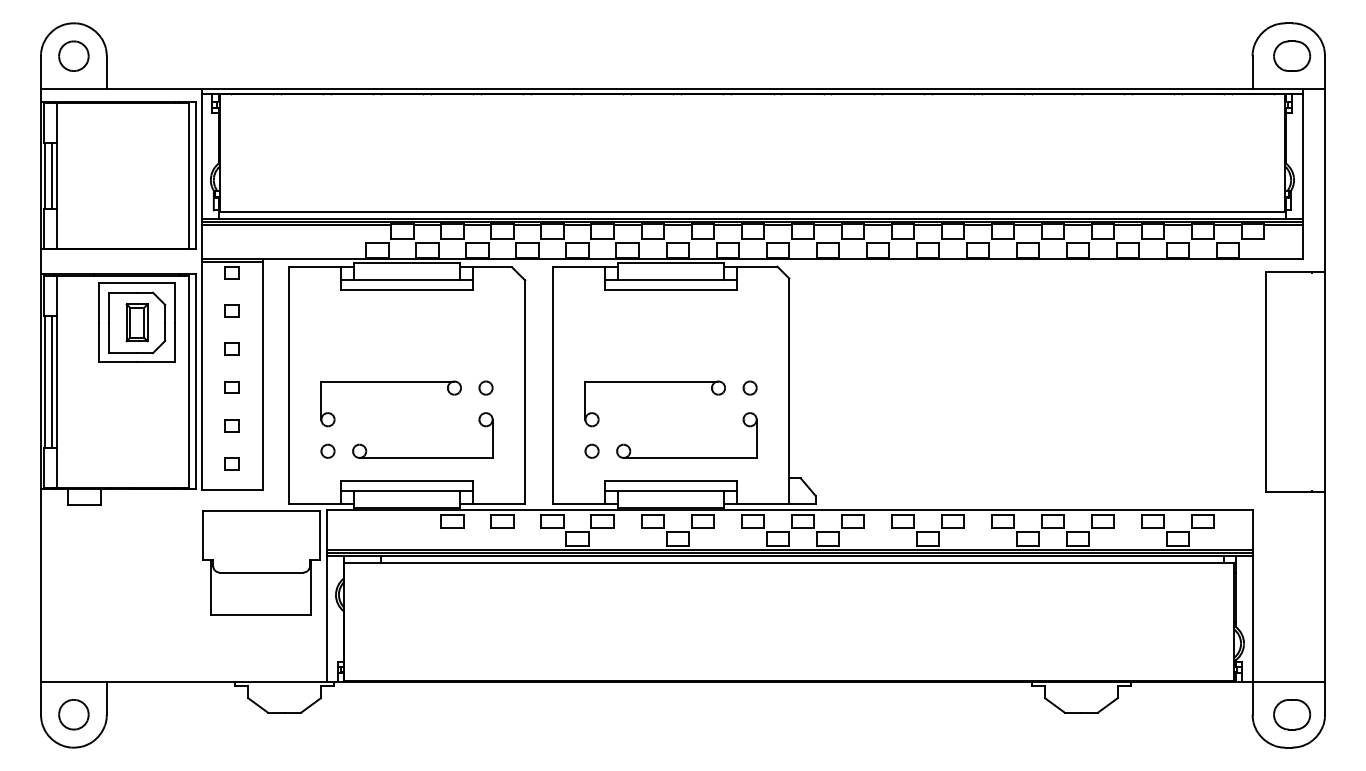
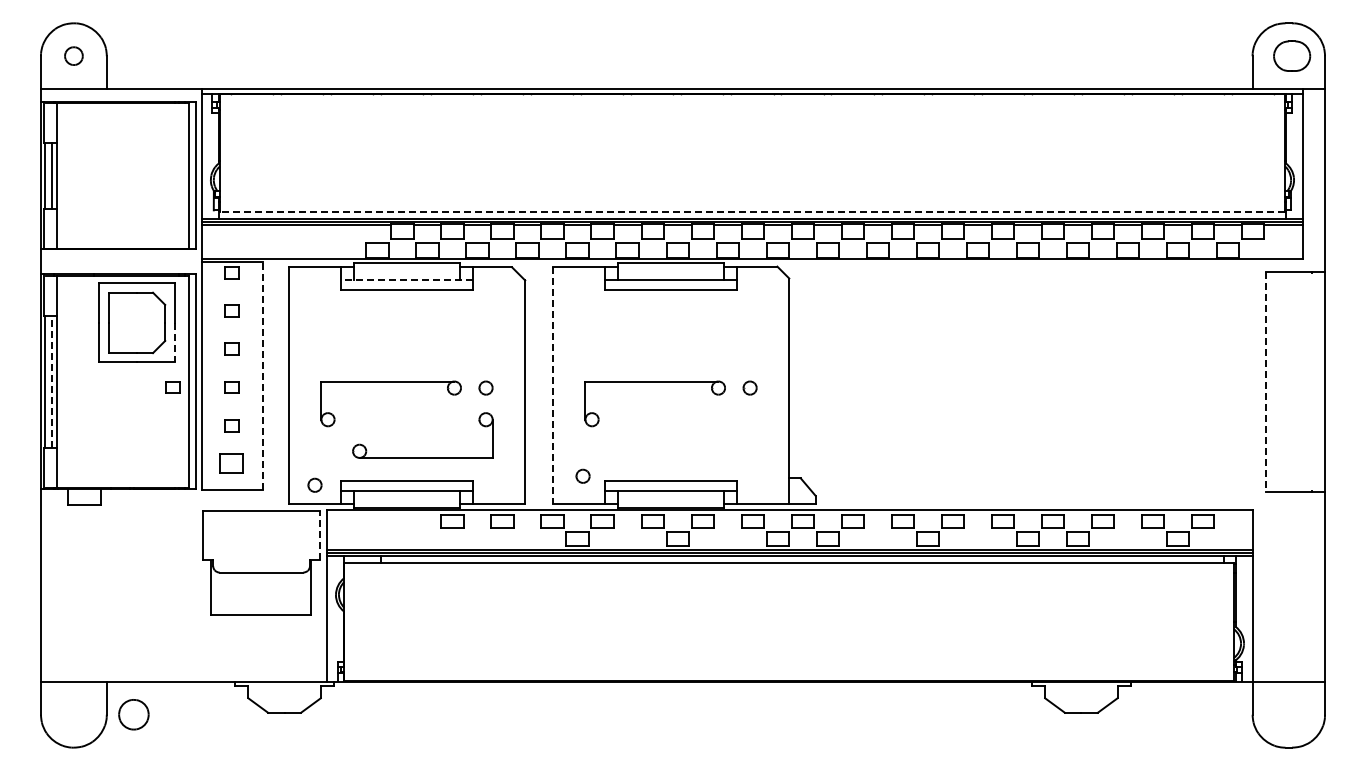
part at (73, 55) size: 32x32 px -> 20x20 px
line at (751, 211): solid -> dashed
line at (407, 280): solid -> dashed
part at (136, 322): present -> none
line at (174, 342): solid -> dashed
line at (262, 373): solid -> dashed
line at (52, 382): solid -> dashed
line at (1265, 382): solid -> dashed
line at (552, 386): solid -> dashed
part at (172, 387): none -> present
part at (327, 450) position: (327, 450) -> (314, 484)
part at (591, 450) position: (591, 450) -> (582, 475)
part at (686, 457): present -> none
part at (231, 463) size: 16x14 px -> 25x21 px
line at (320, 535): solid -> dashed
part at (73, 714) position: (73, 714) -> (133, 714)
part at (1292, 714): present -> none
